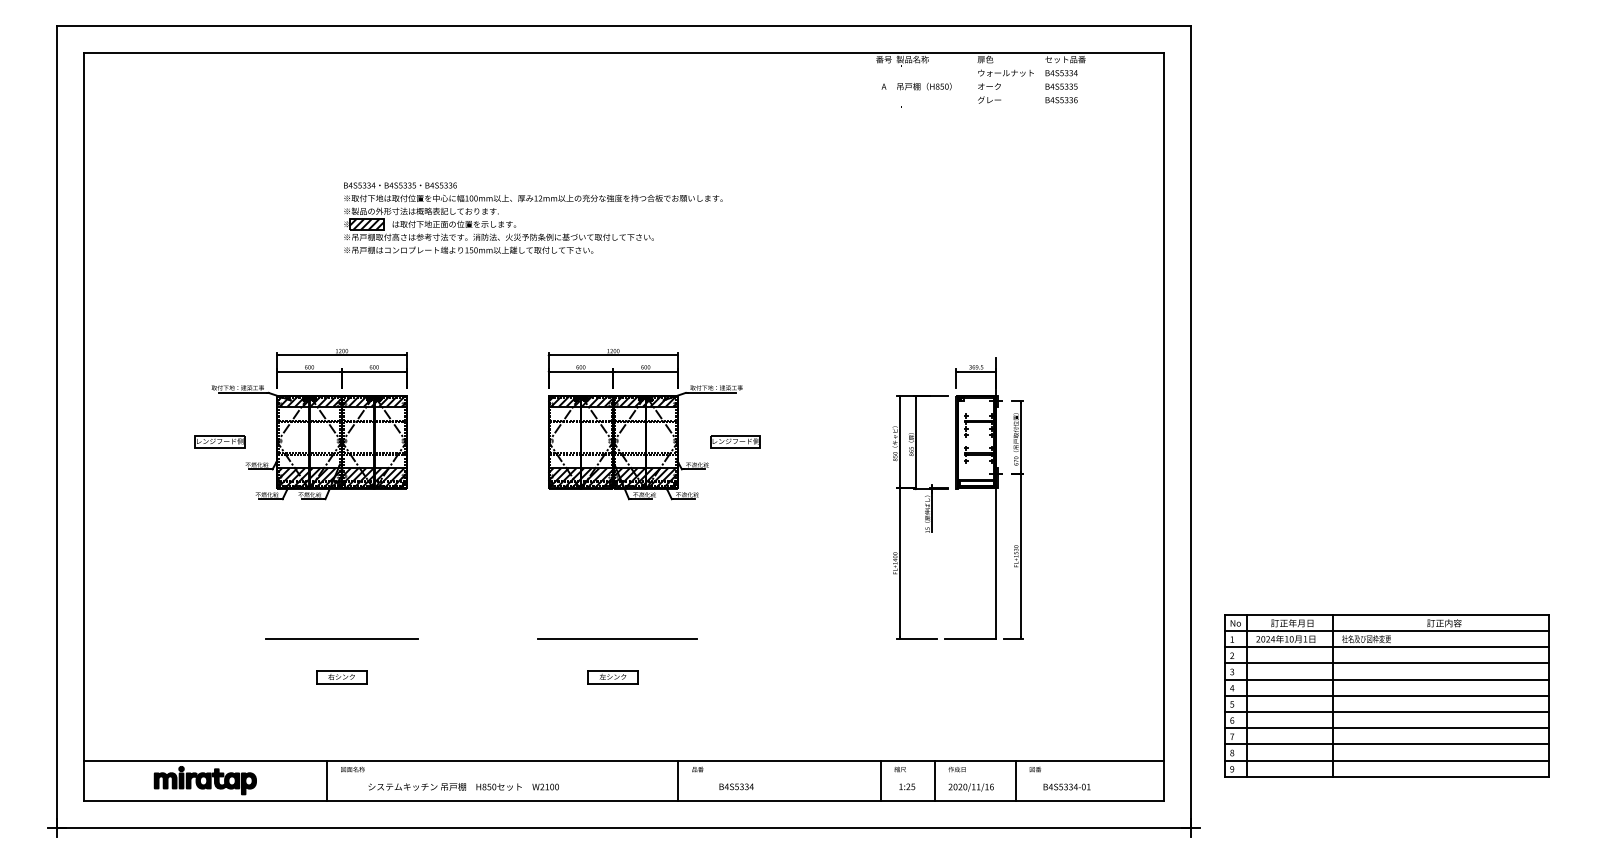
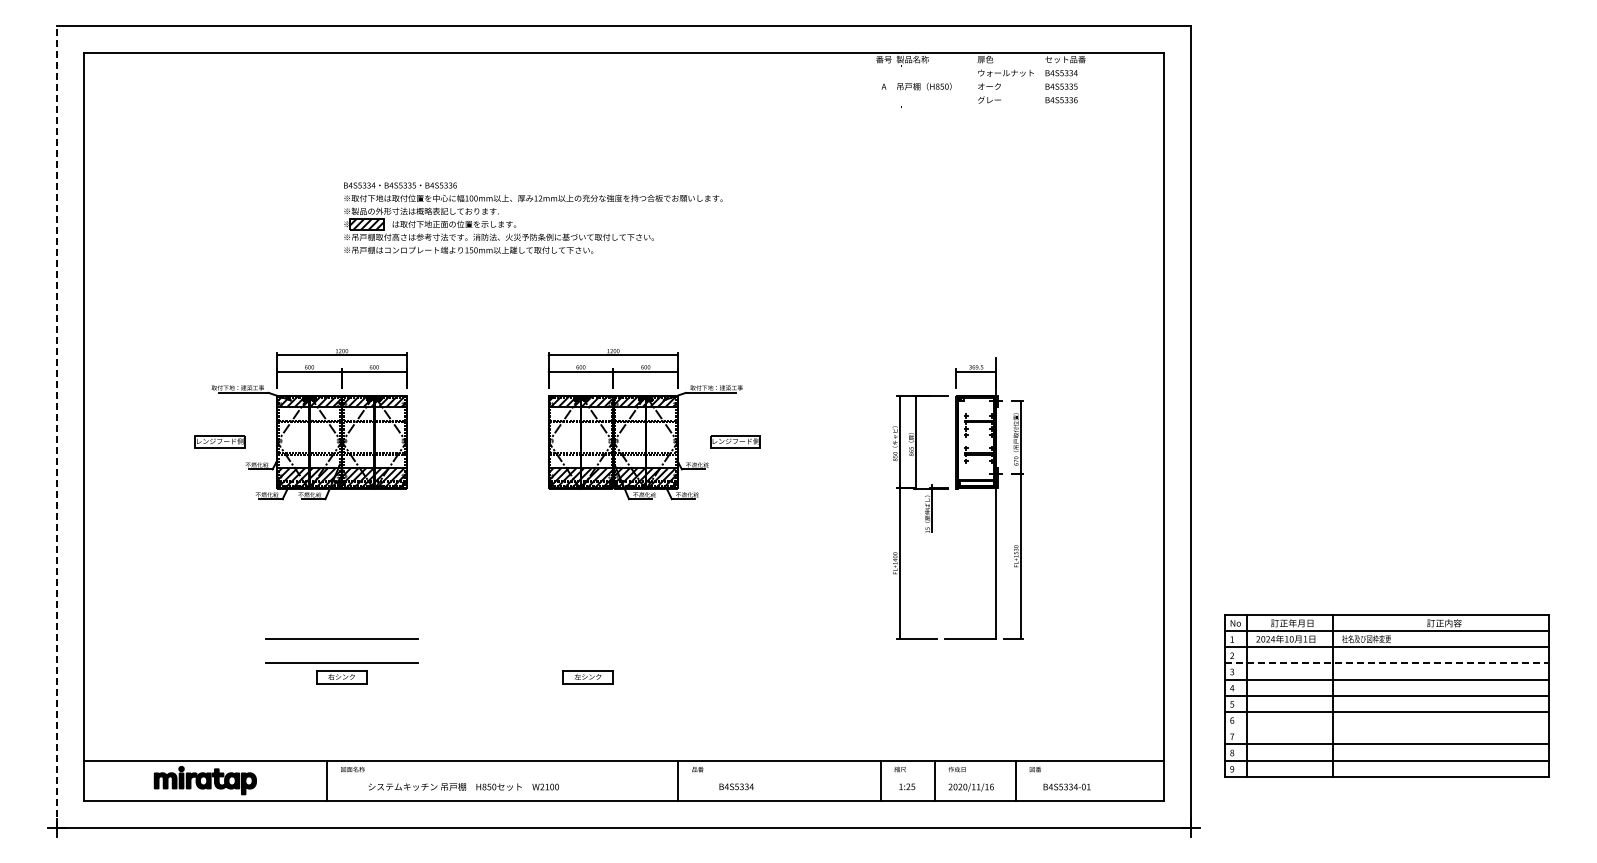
line at (56, 426): solid -> dashed
line at (617, 639): present -> none
line at (341, 662): none -> present
line at (1387, 663): solid -> dashed
part at (612, 677) position: (612, 677) -> (587, 677)
line at (1386, 728): present -> none
